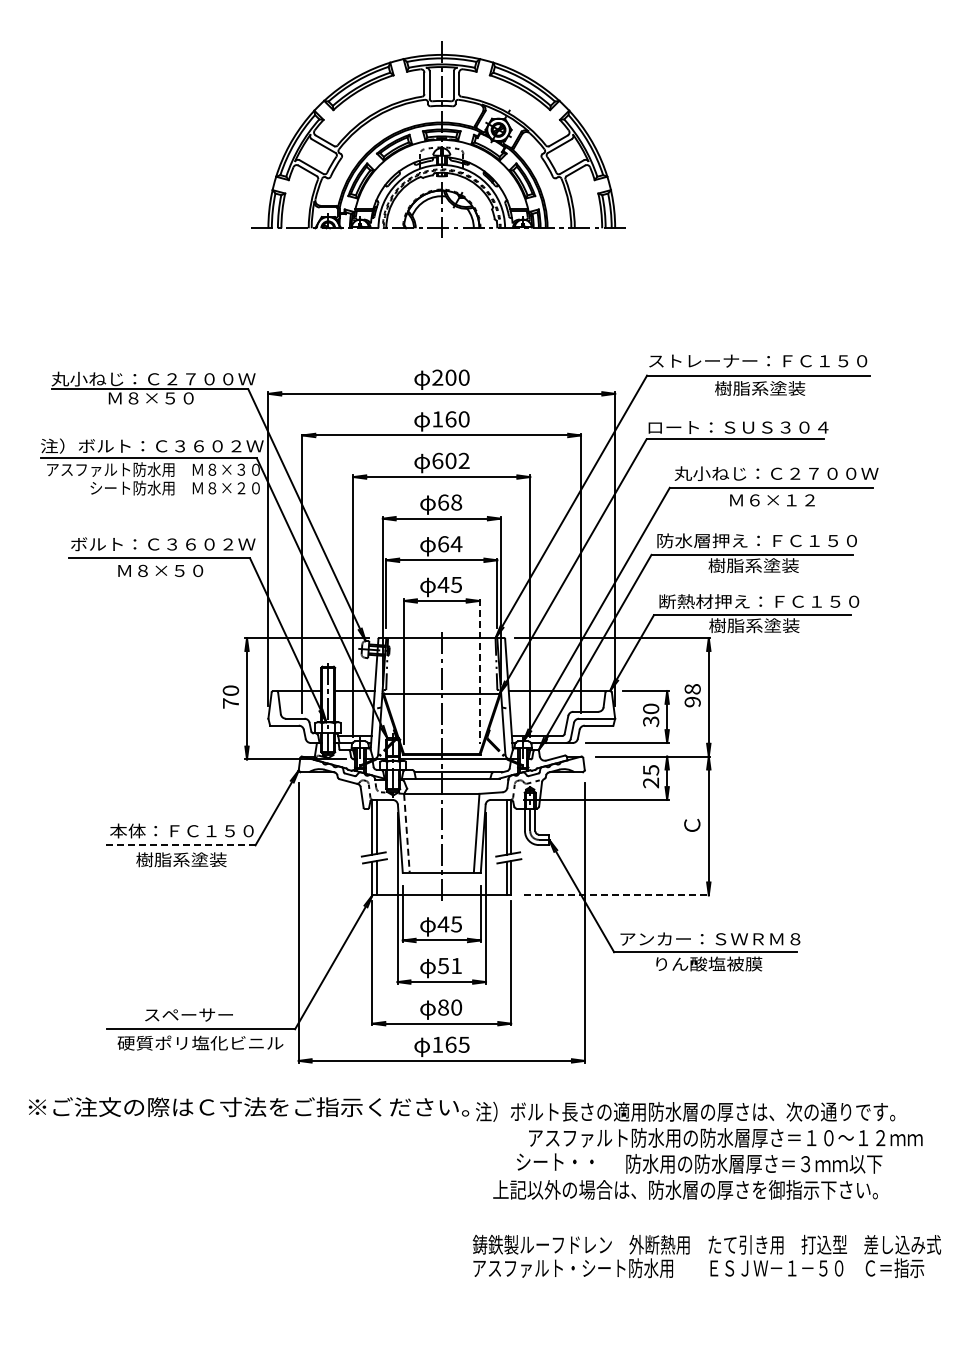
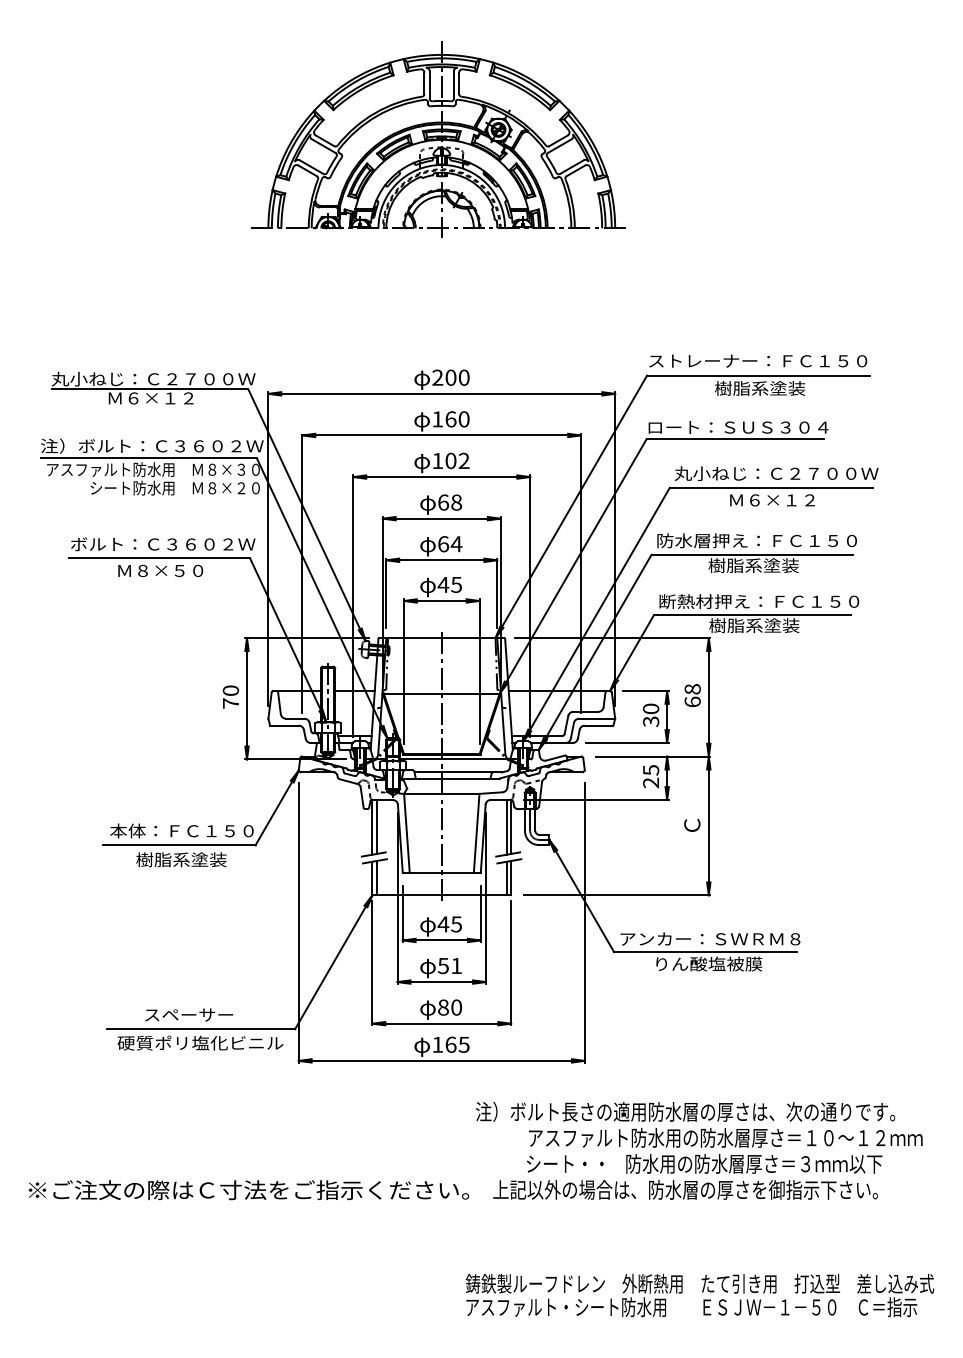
text at (160, 398): Ｍ８×５０ -> Ｍ６×１２
text at (437, 460): 602 -> 102
line at (479, 672): dashed -> solid
text at (692, 701): 98 -> 68
line at (406, 833): dashed -> solid
line at (178, 845): dashed -> solid
line at (617, 895): dashed -> solid
text at (248, 1107) position: (248, 1107) -> (248, 1190)
text at (555, 1161) position: (555, 1161) -> (565, 1163)
text at (706, 1256) position: (706, 1256) -> (699, 1295)
